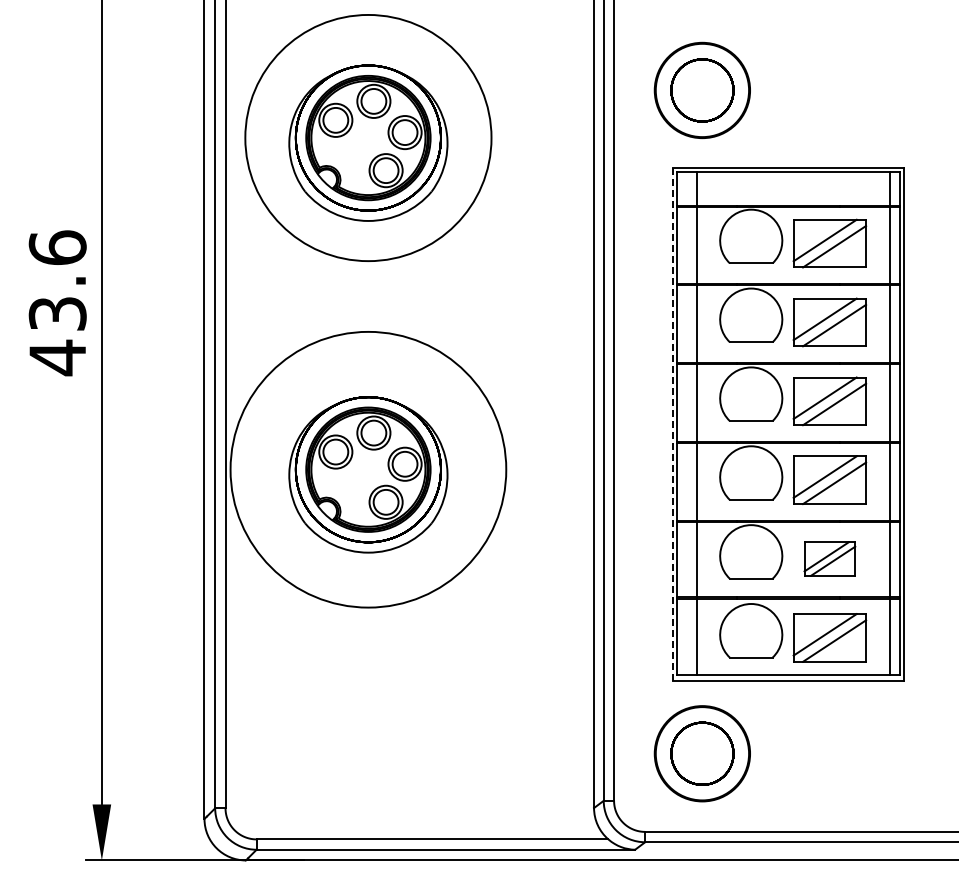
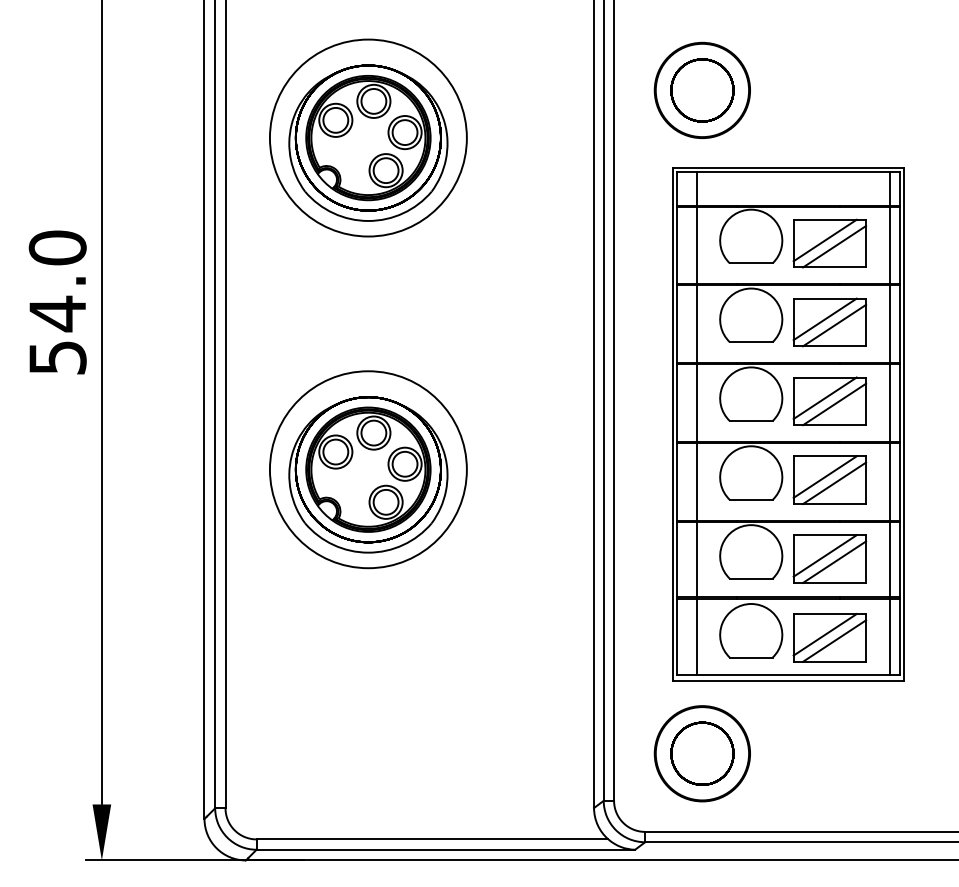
circle at (368, 137) diameter: 246 px -> 197 px
text at (57, 303): 43.6 -> 54.0
line at (672, 424): dashed -> solid
circle at (368, 469) diameter: 276 px -> 197 px
part at (829, 558) size: 54x36 px -> 76x50 px
